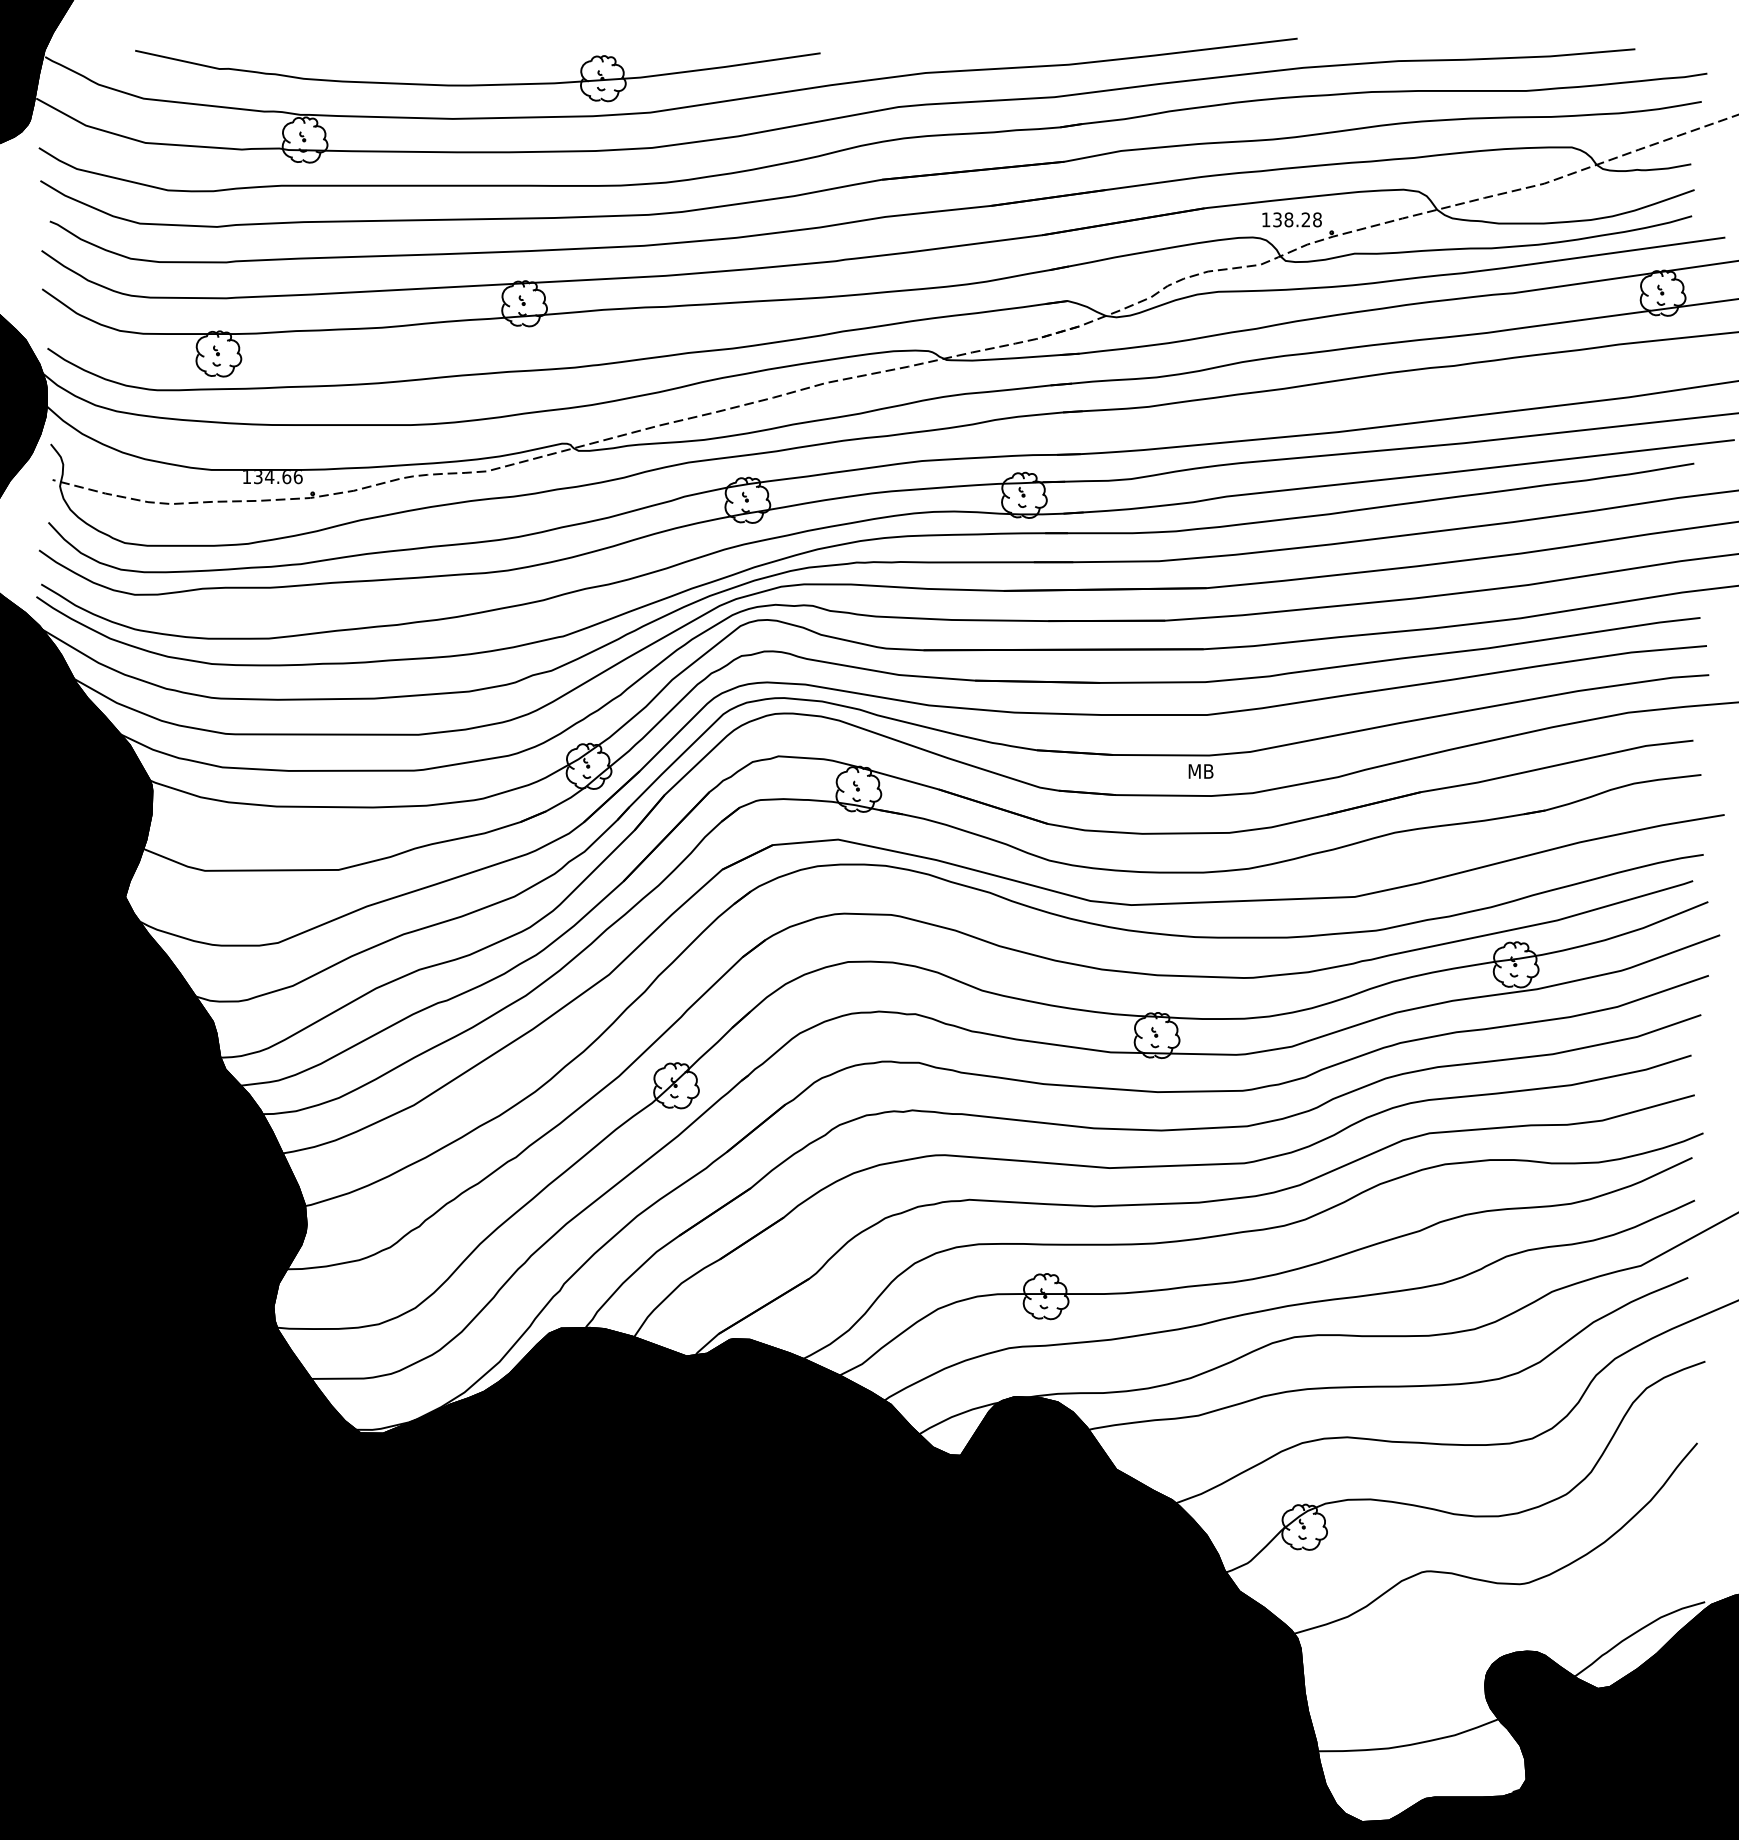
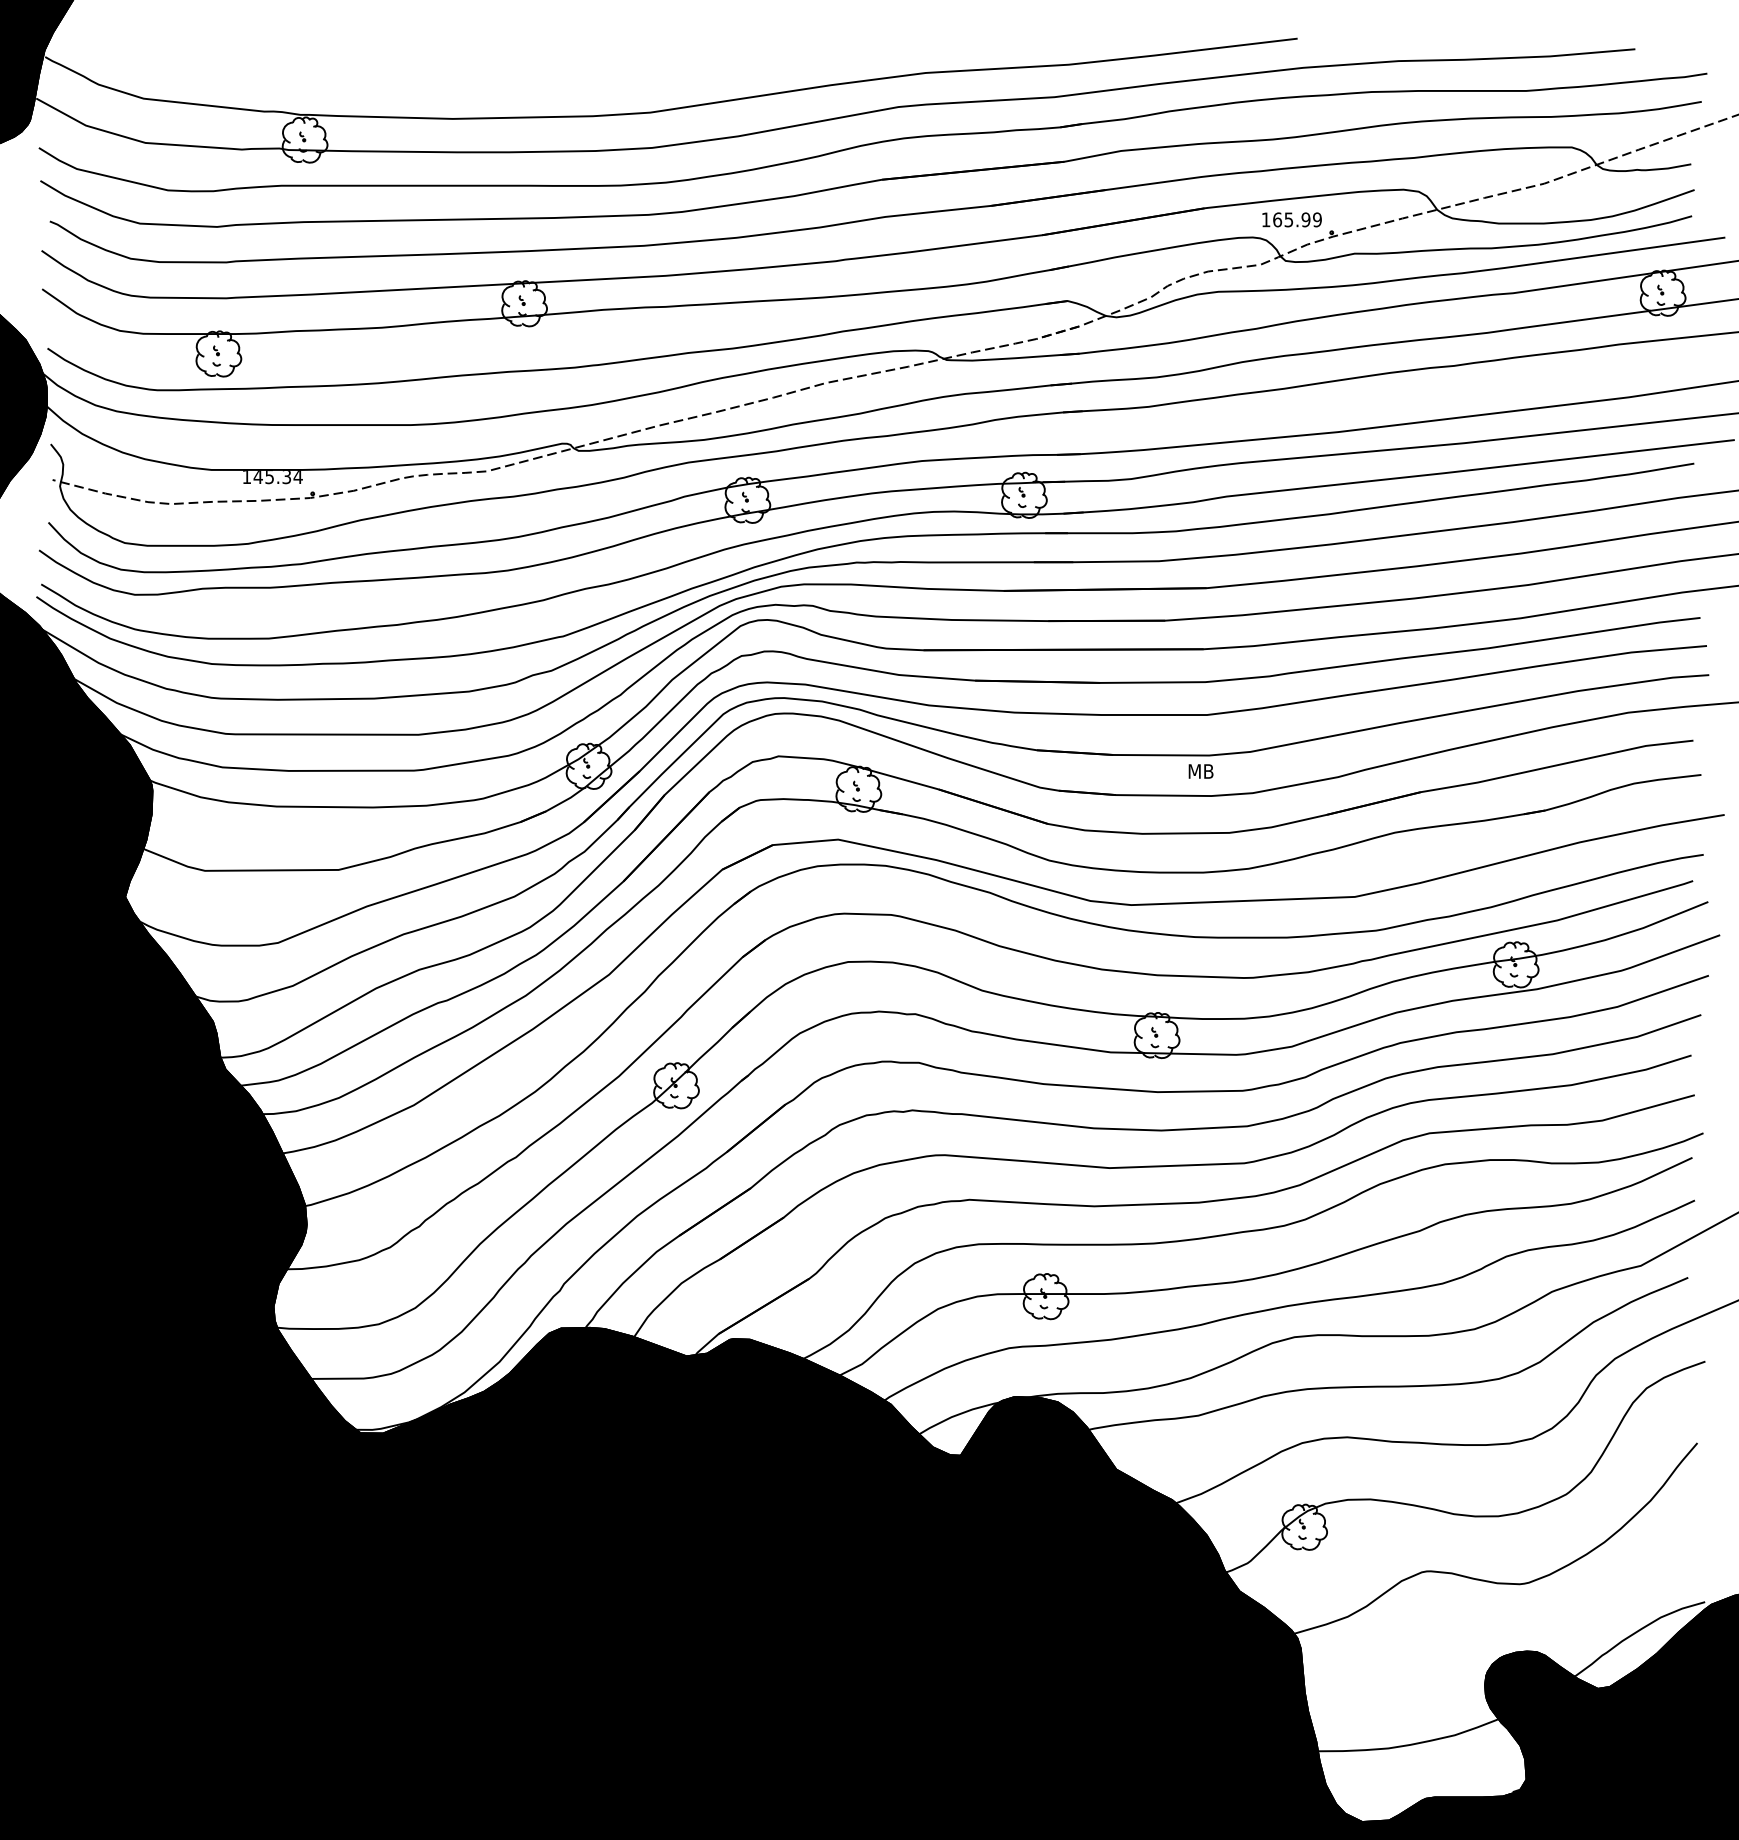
part at (477, 84): present -> none
text at (1297, 219): 138.28 -> 165.99
text at (277, 477): 134.66 -> 145.34
